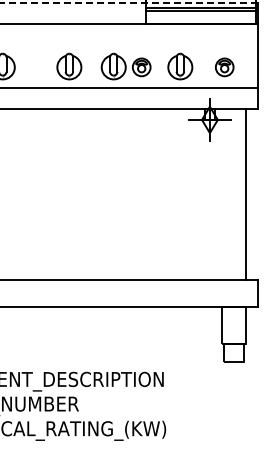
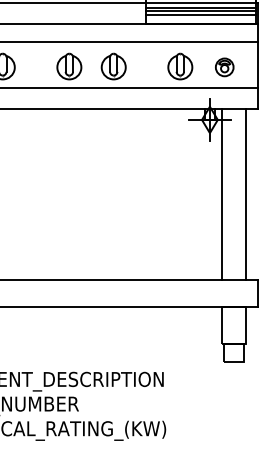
line at (129, 3): dashed -> solid
line at (200, 15): none -> present
line at (130, 41): none -> present
part at (141, 67): present -> none
line at (222, 193): none -> present
